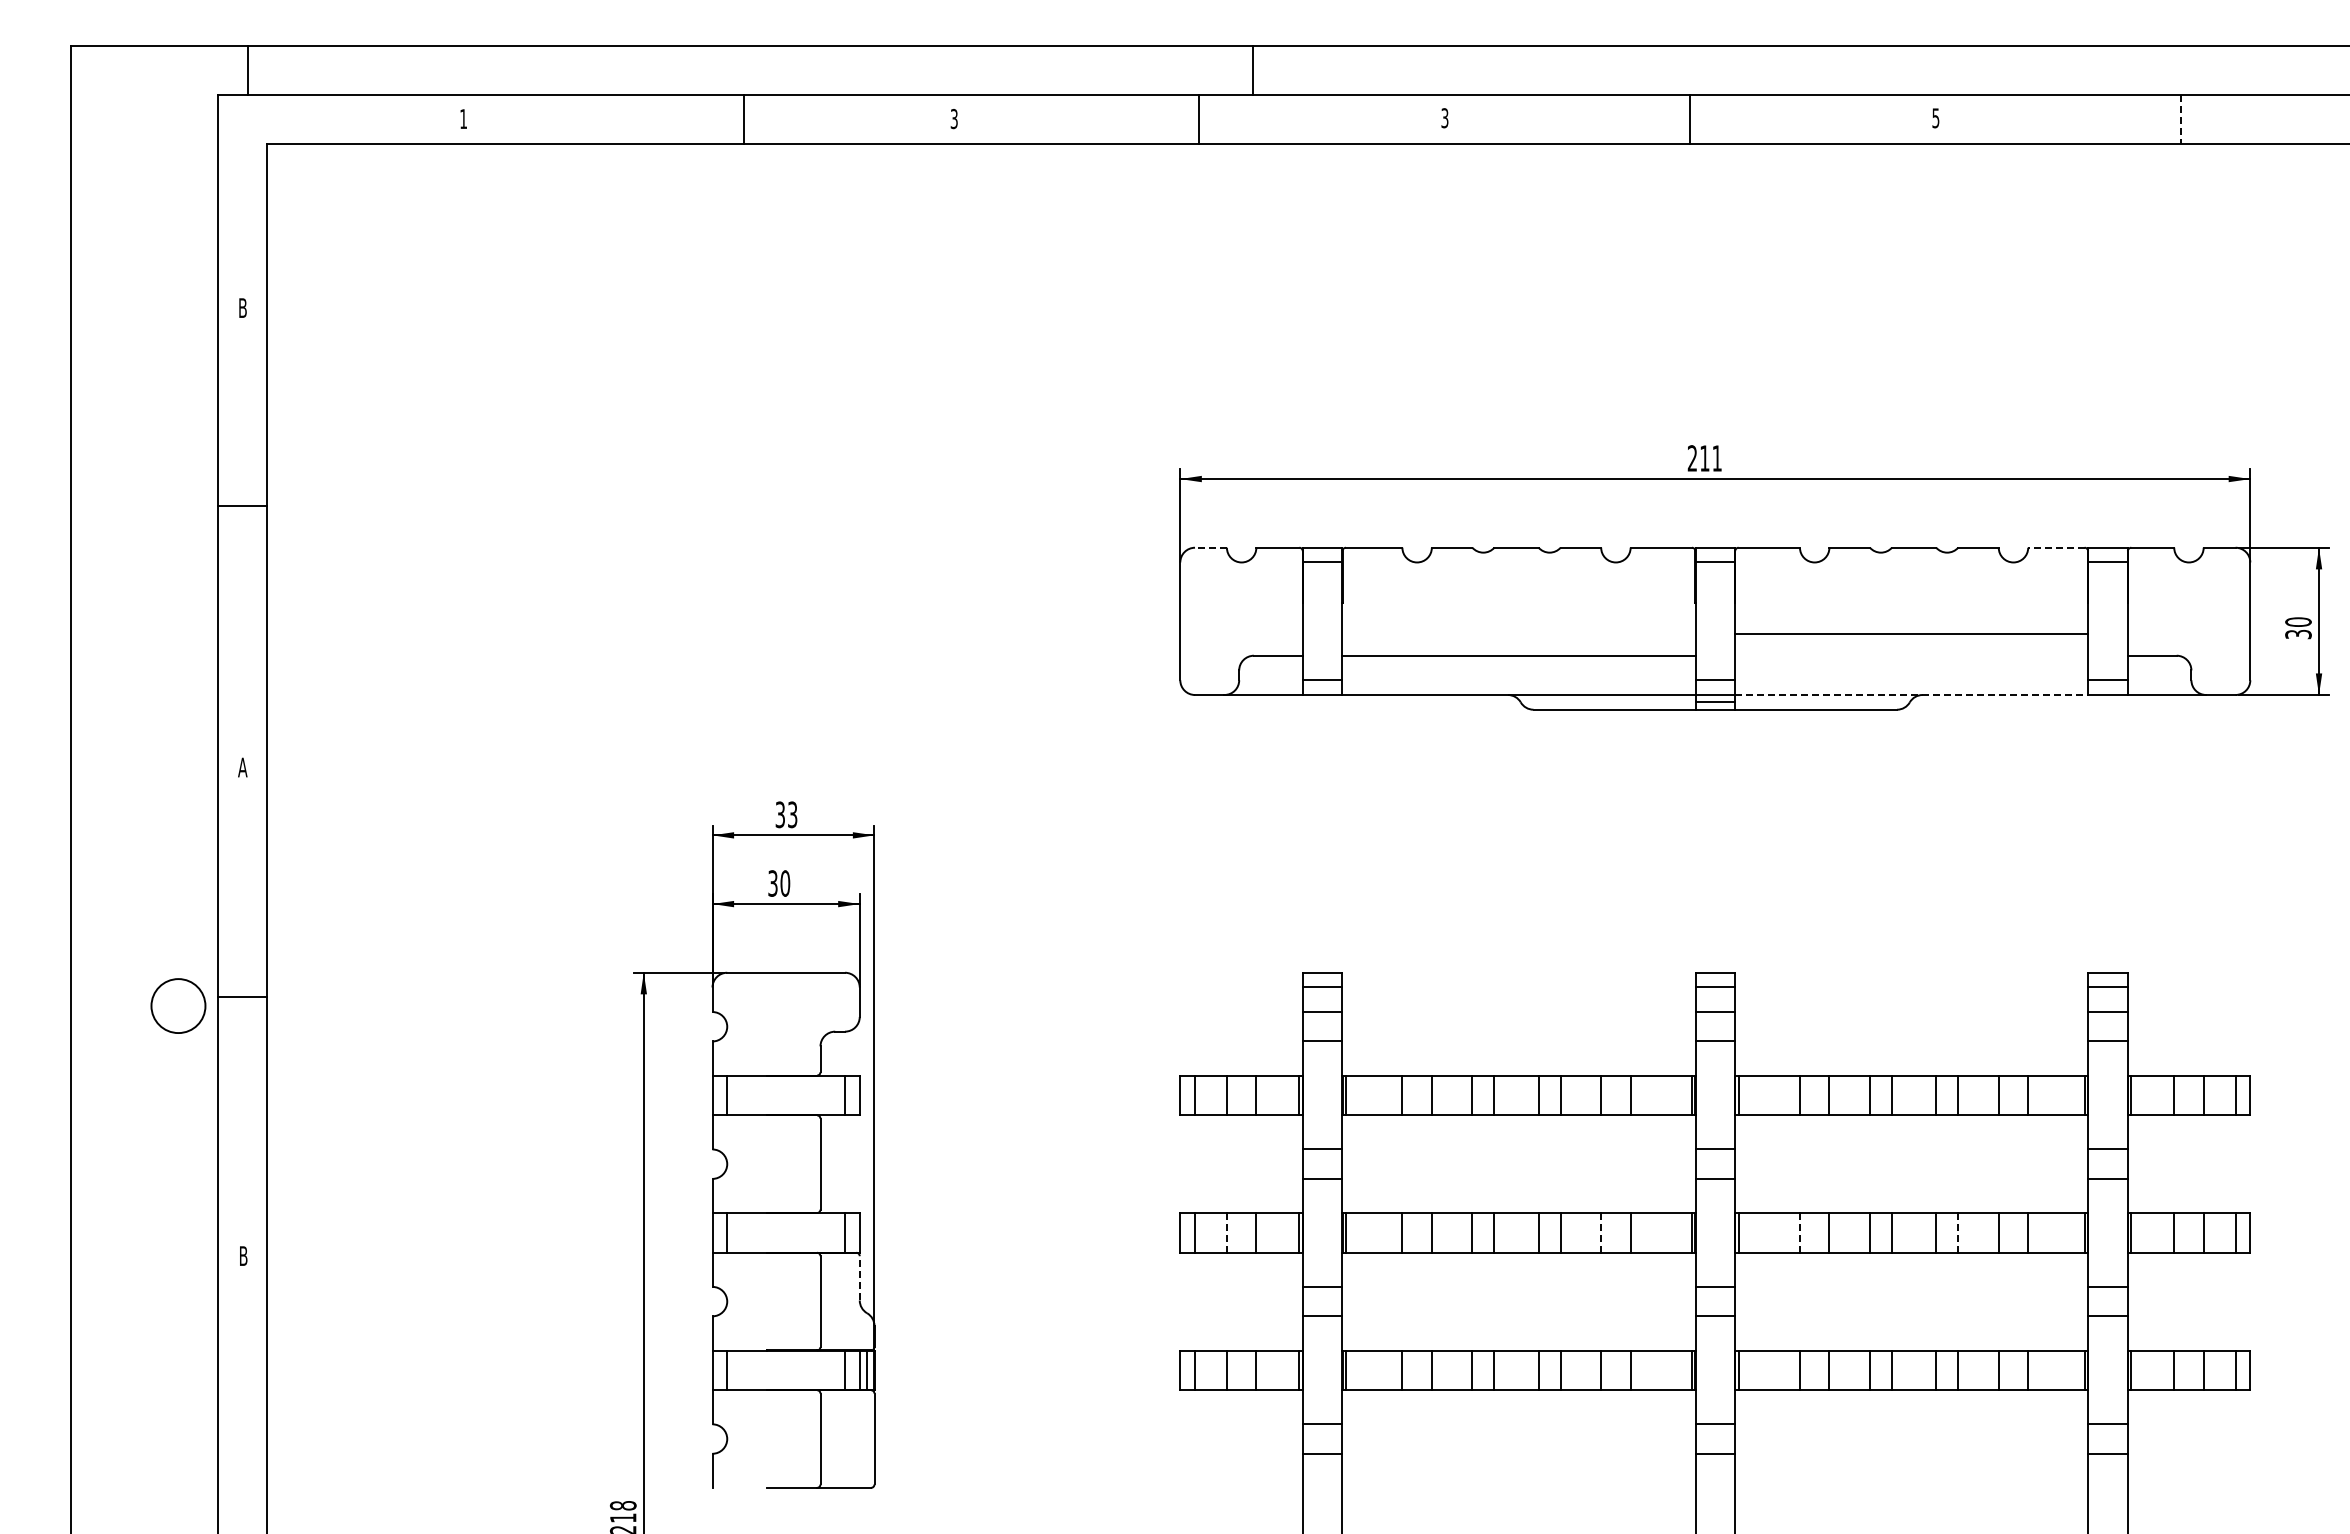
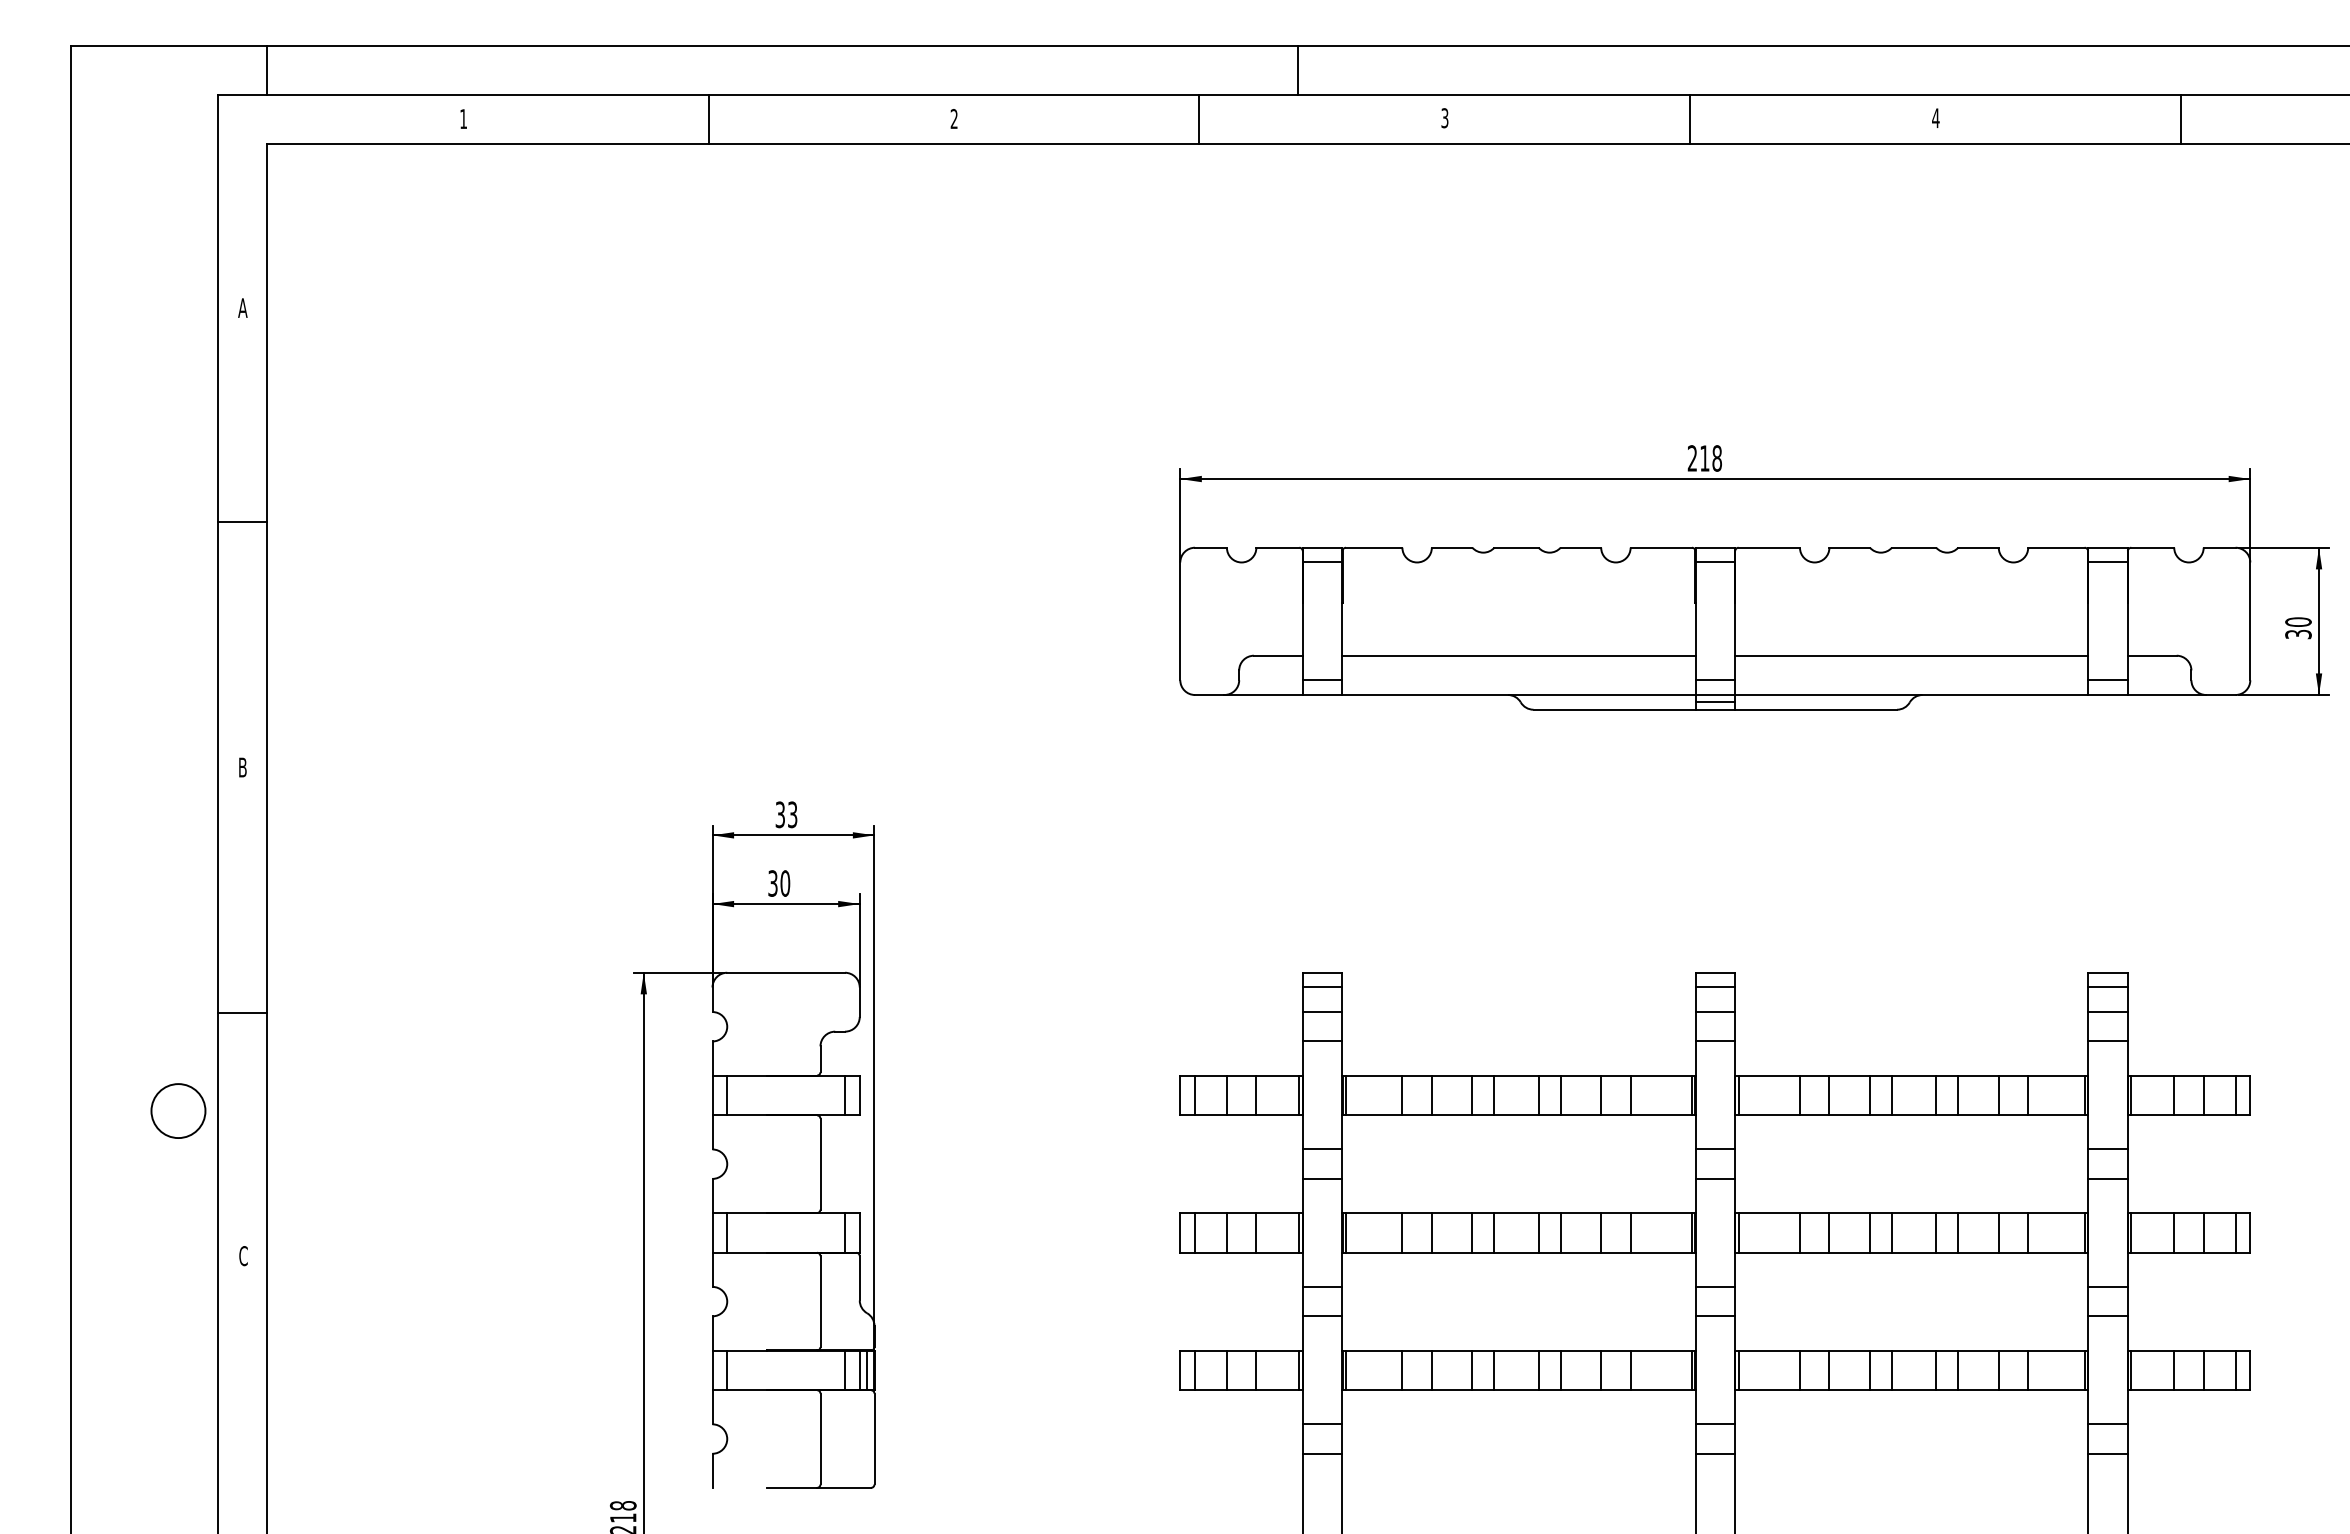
line at (247, 70) position: (247, 70) -> (266, 70)
line at (1252, 70) position: (1252, 70) -> (1297, 70)
text at (1935, 118): 5 -> 4
line at (743, 119) position: (743, 119) -> (708, 119)
text at (953, 119): 3 -> 2
line at (2181, 119): dashed -> solid
text at (242, 307): B -> A
text at (1716, 458): 211 -> 218
line at (241, 506) position: (241, 506) -> (241, 522)
line at (1210, 547): dashed -> solid
line at (2055, 547): dashed -> solid
line at (1911, 633) position: (1911, 633) -> (1911, 655)
line at (1911, 695): dashed -> solid
text at (242, 767): A -> B
line at (241, 996) position: (241, 996) -> (241, 1012)
circle at (178, 1005) position: (178, 1005) -> (178, 1110)
line at (1226, 1232): dashed -> solid
line at (1601, 1232): dashed -> solid
line at (1799, 1232): dashed -> solid
line at (1958, 1232): dashed -> solid
text at (243, 1256): B -> C
line at (859, 1277): dashed -> solid
